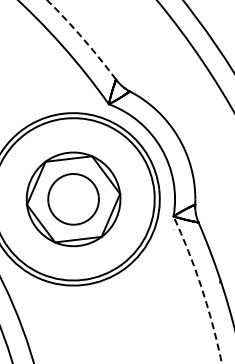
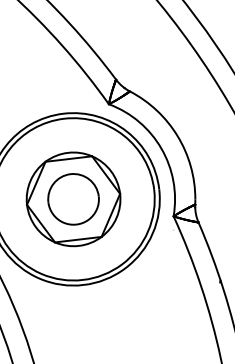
arc at (82, 37): dashed -> solid
arc at (201, 288): dashed -> solid
